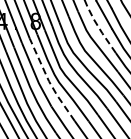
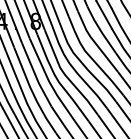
line at (100, 30): dashed -> solid
line at (49, 81): dashed -> solid
